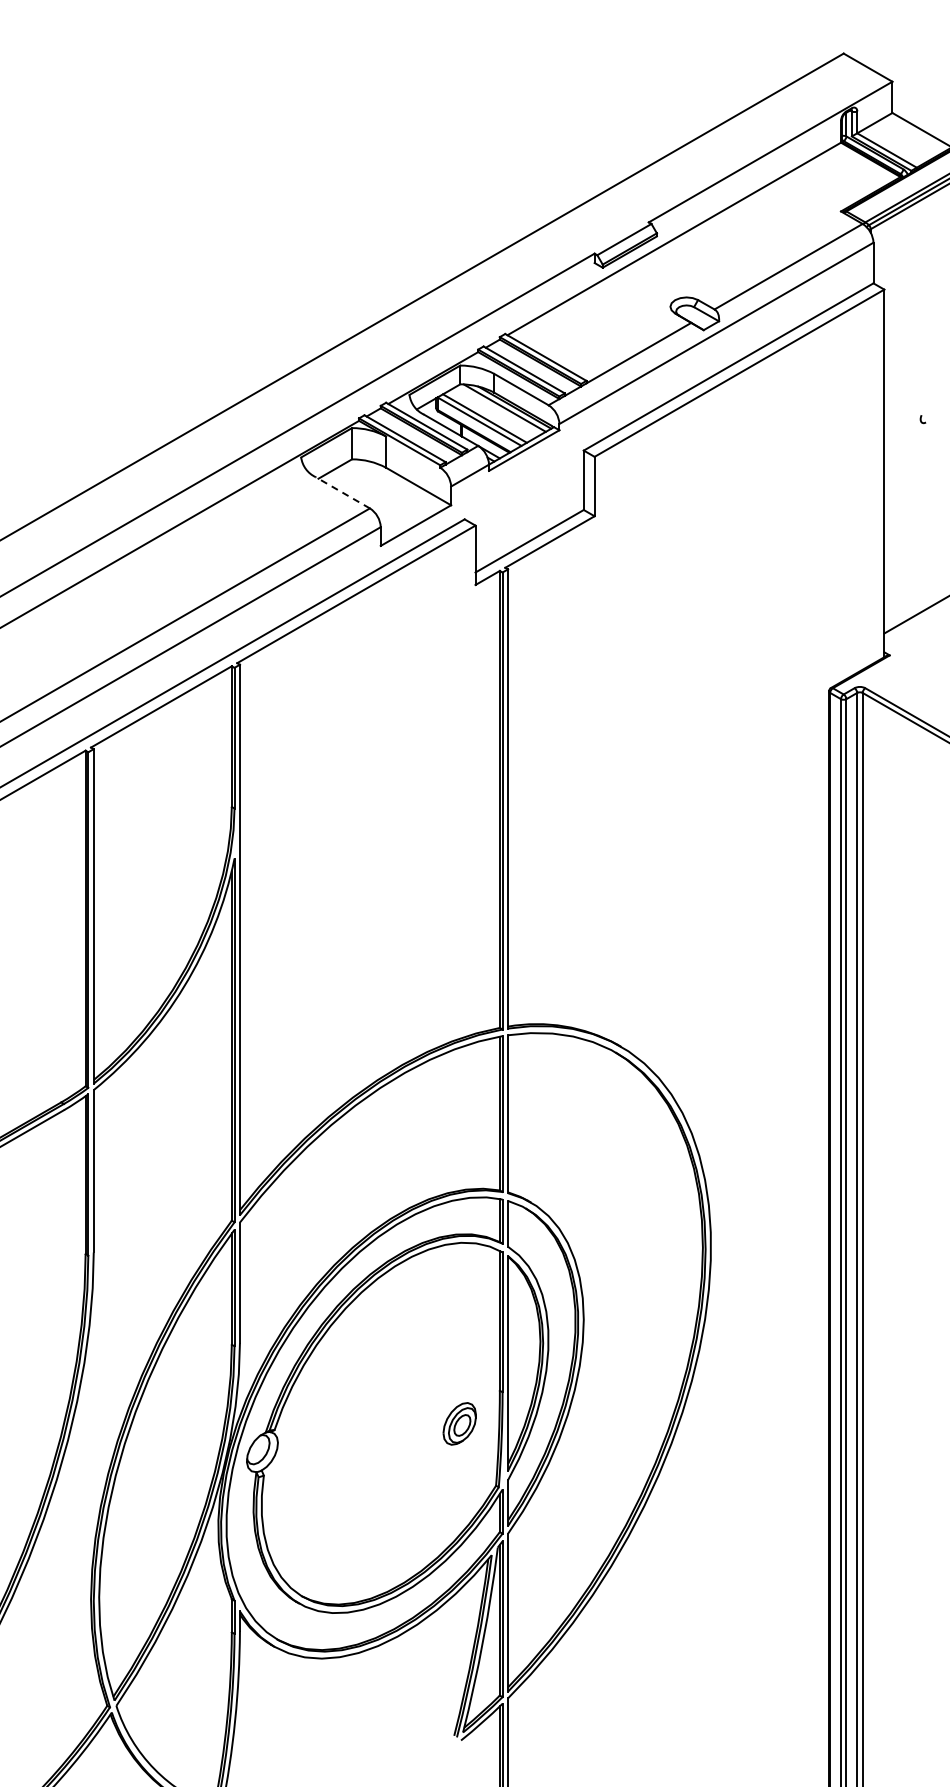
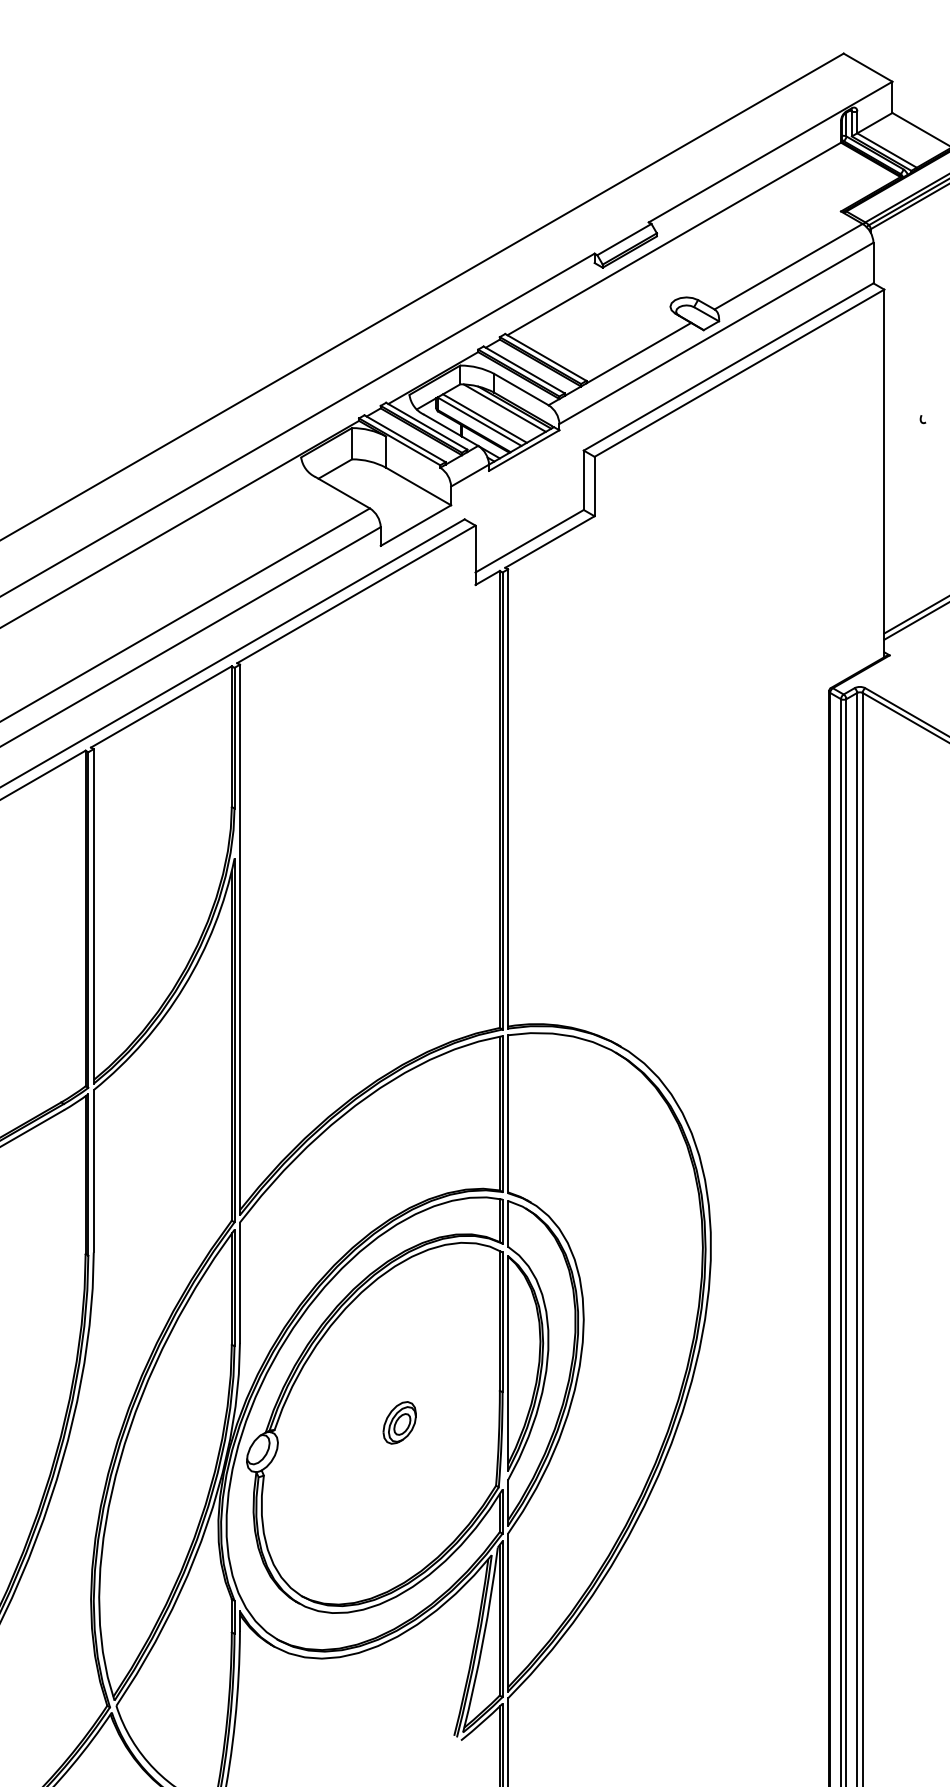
line at (342, 492): dashed -> solid
line at (915, 621): none -> present
part at (459, 1423) position: (459, 1423) -> (399, 1422)
